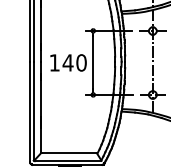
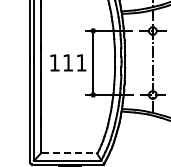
text at (74, 62): 140 -> 111
line at (69, 153): solid -> dashed
